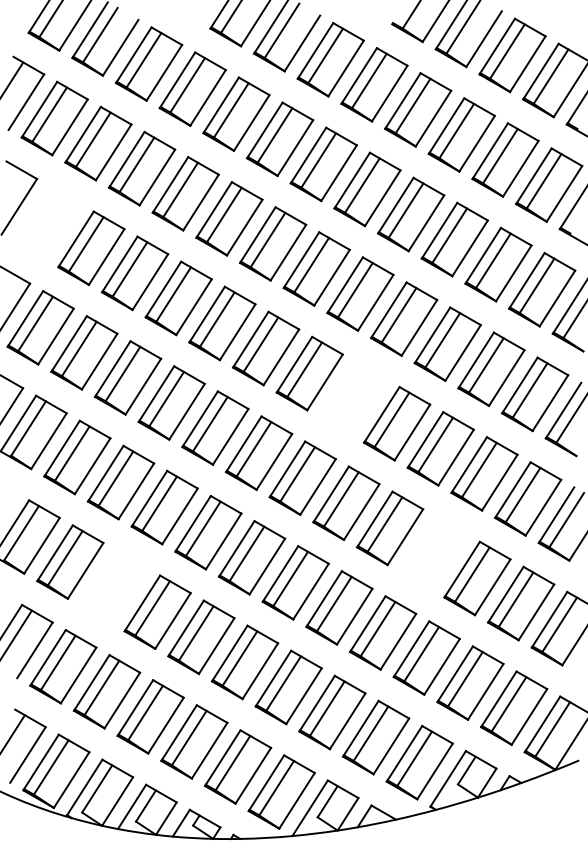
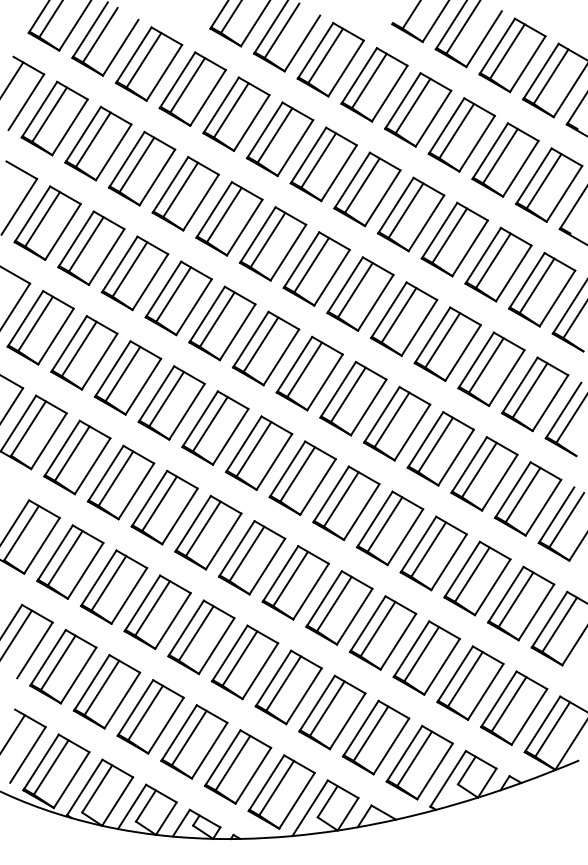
part at (47, 222): none -> present
part at (353, 398): none -> present
part at (433, 553): none -> present
part at (113, 586): none -> present
